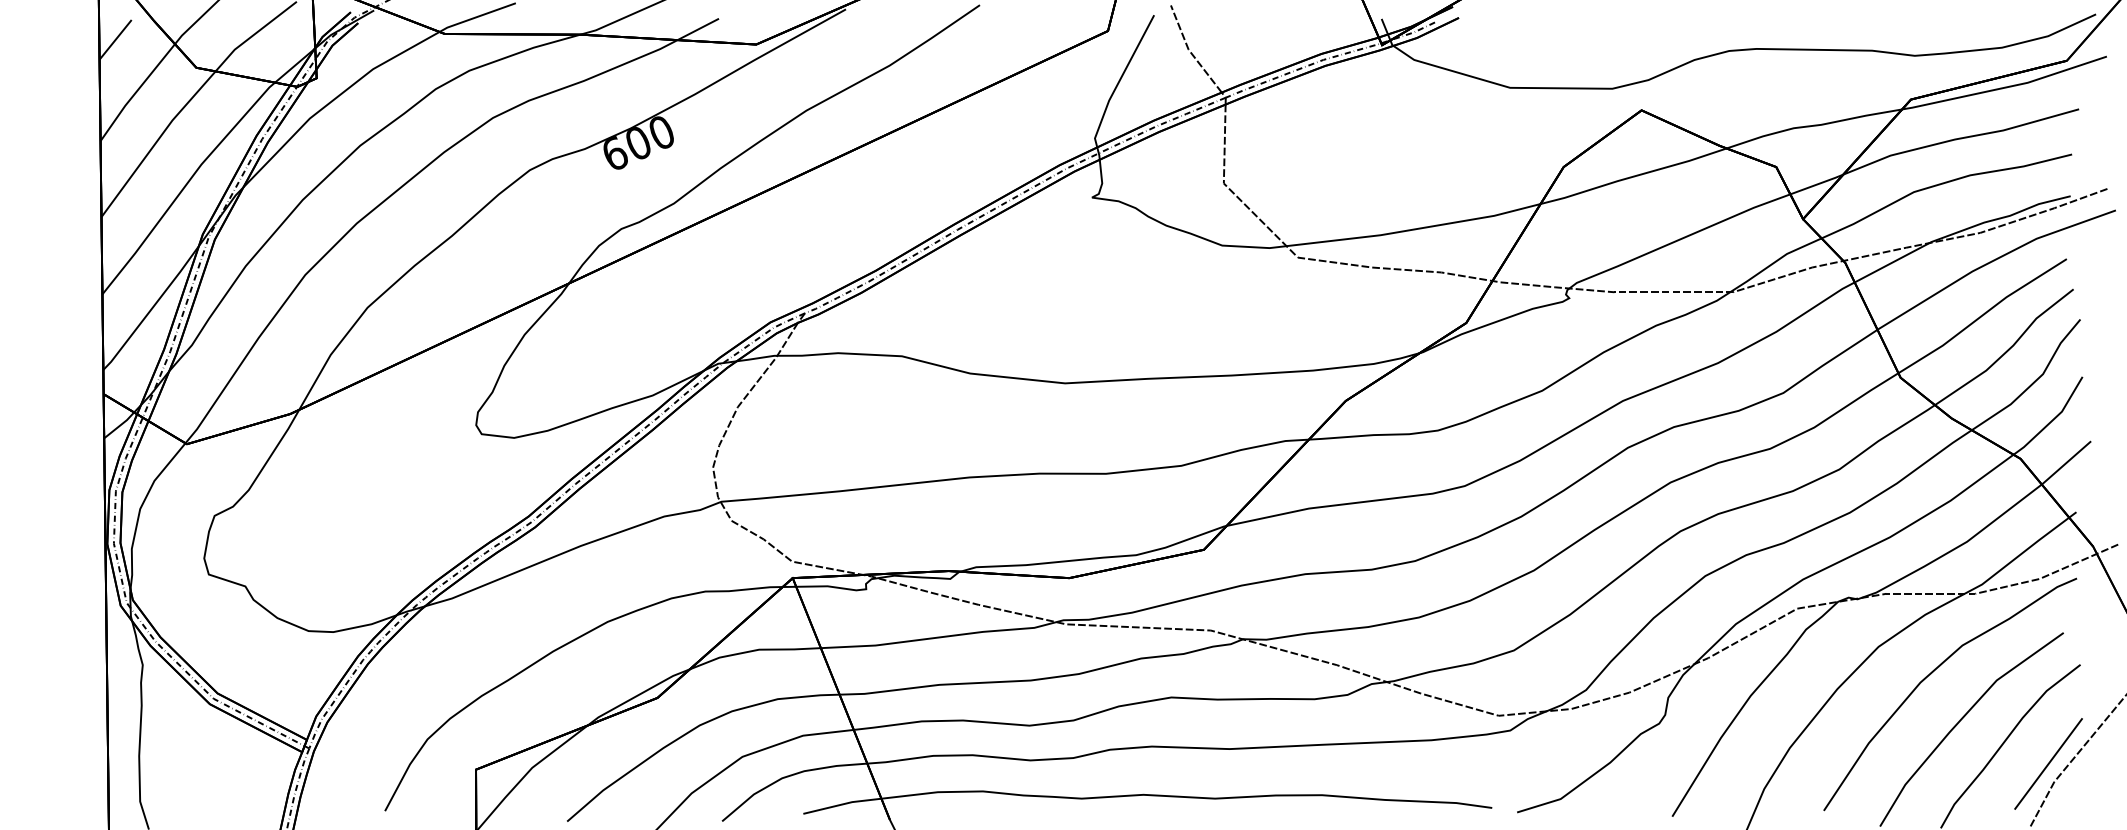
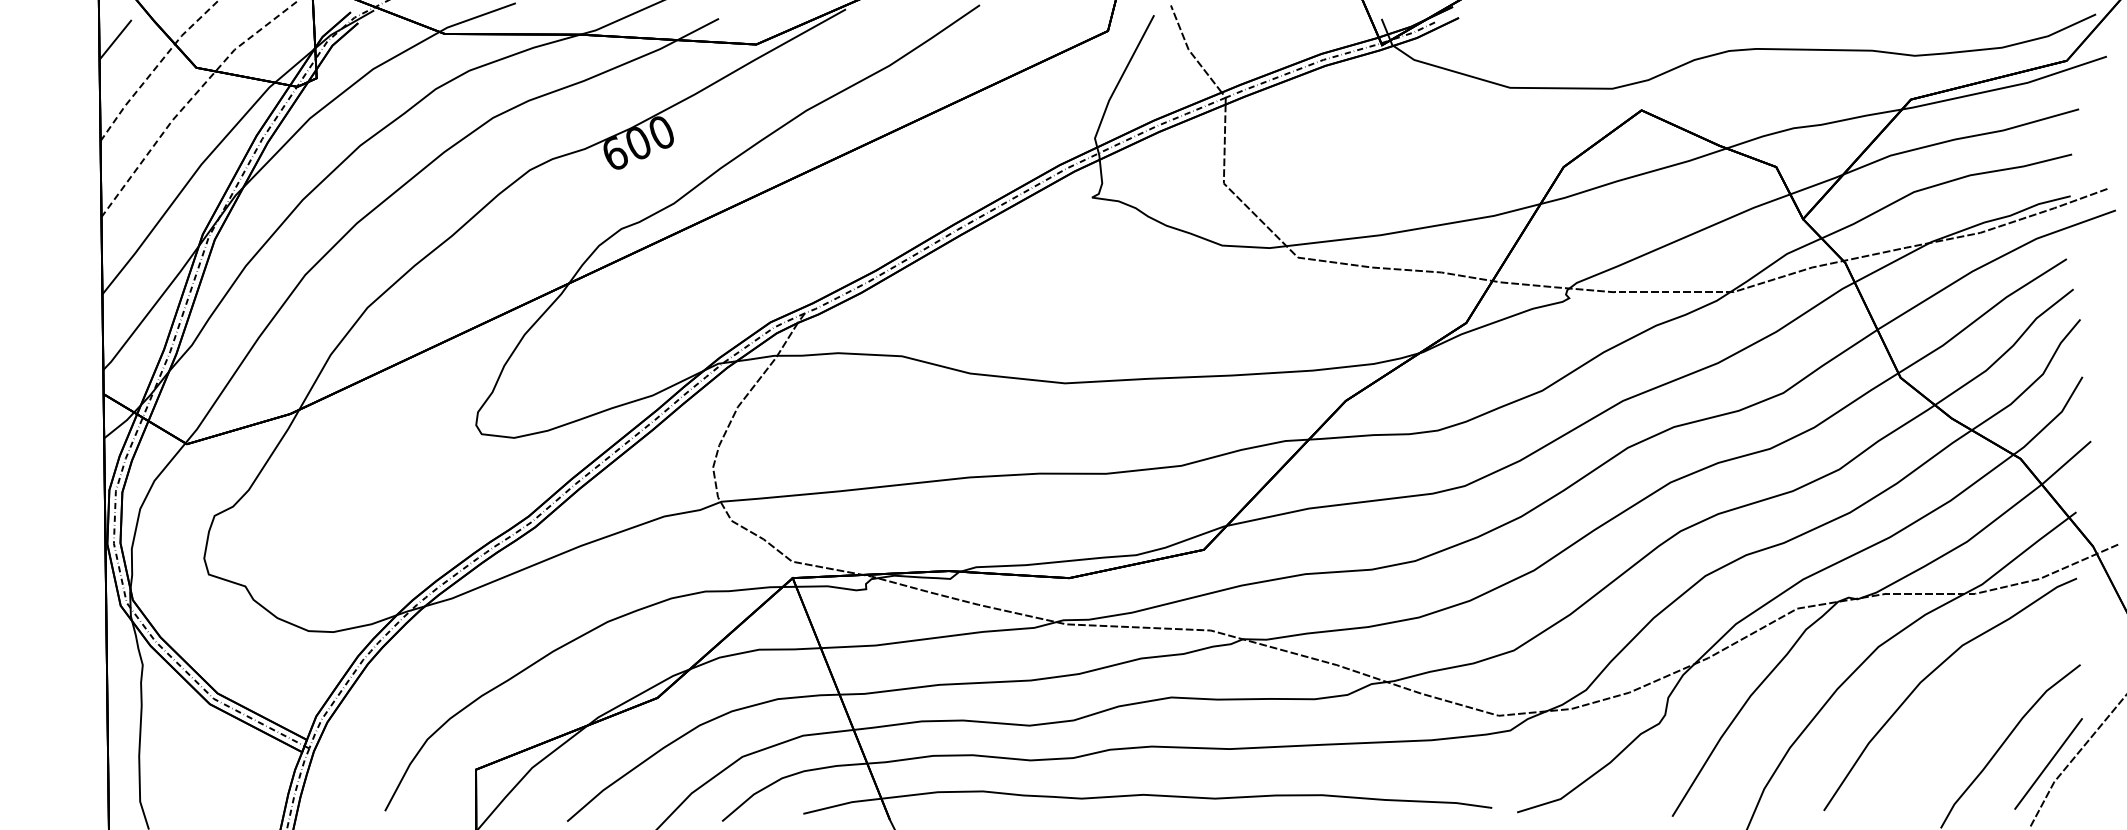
line at (156, 67): solid -> dashed
line at (189, 101): solid -> dashed
line at (1962, 719): present -> none
